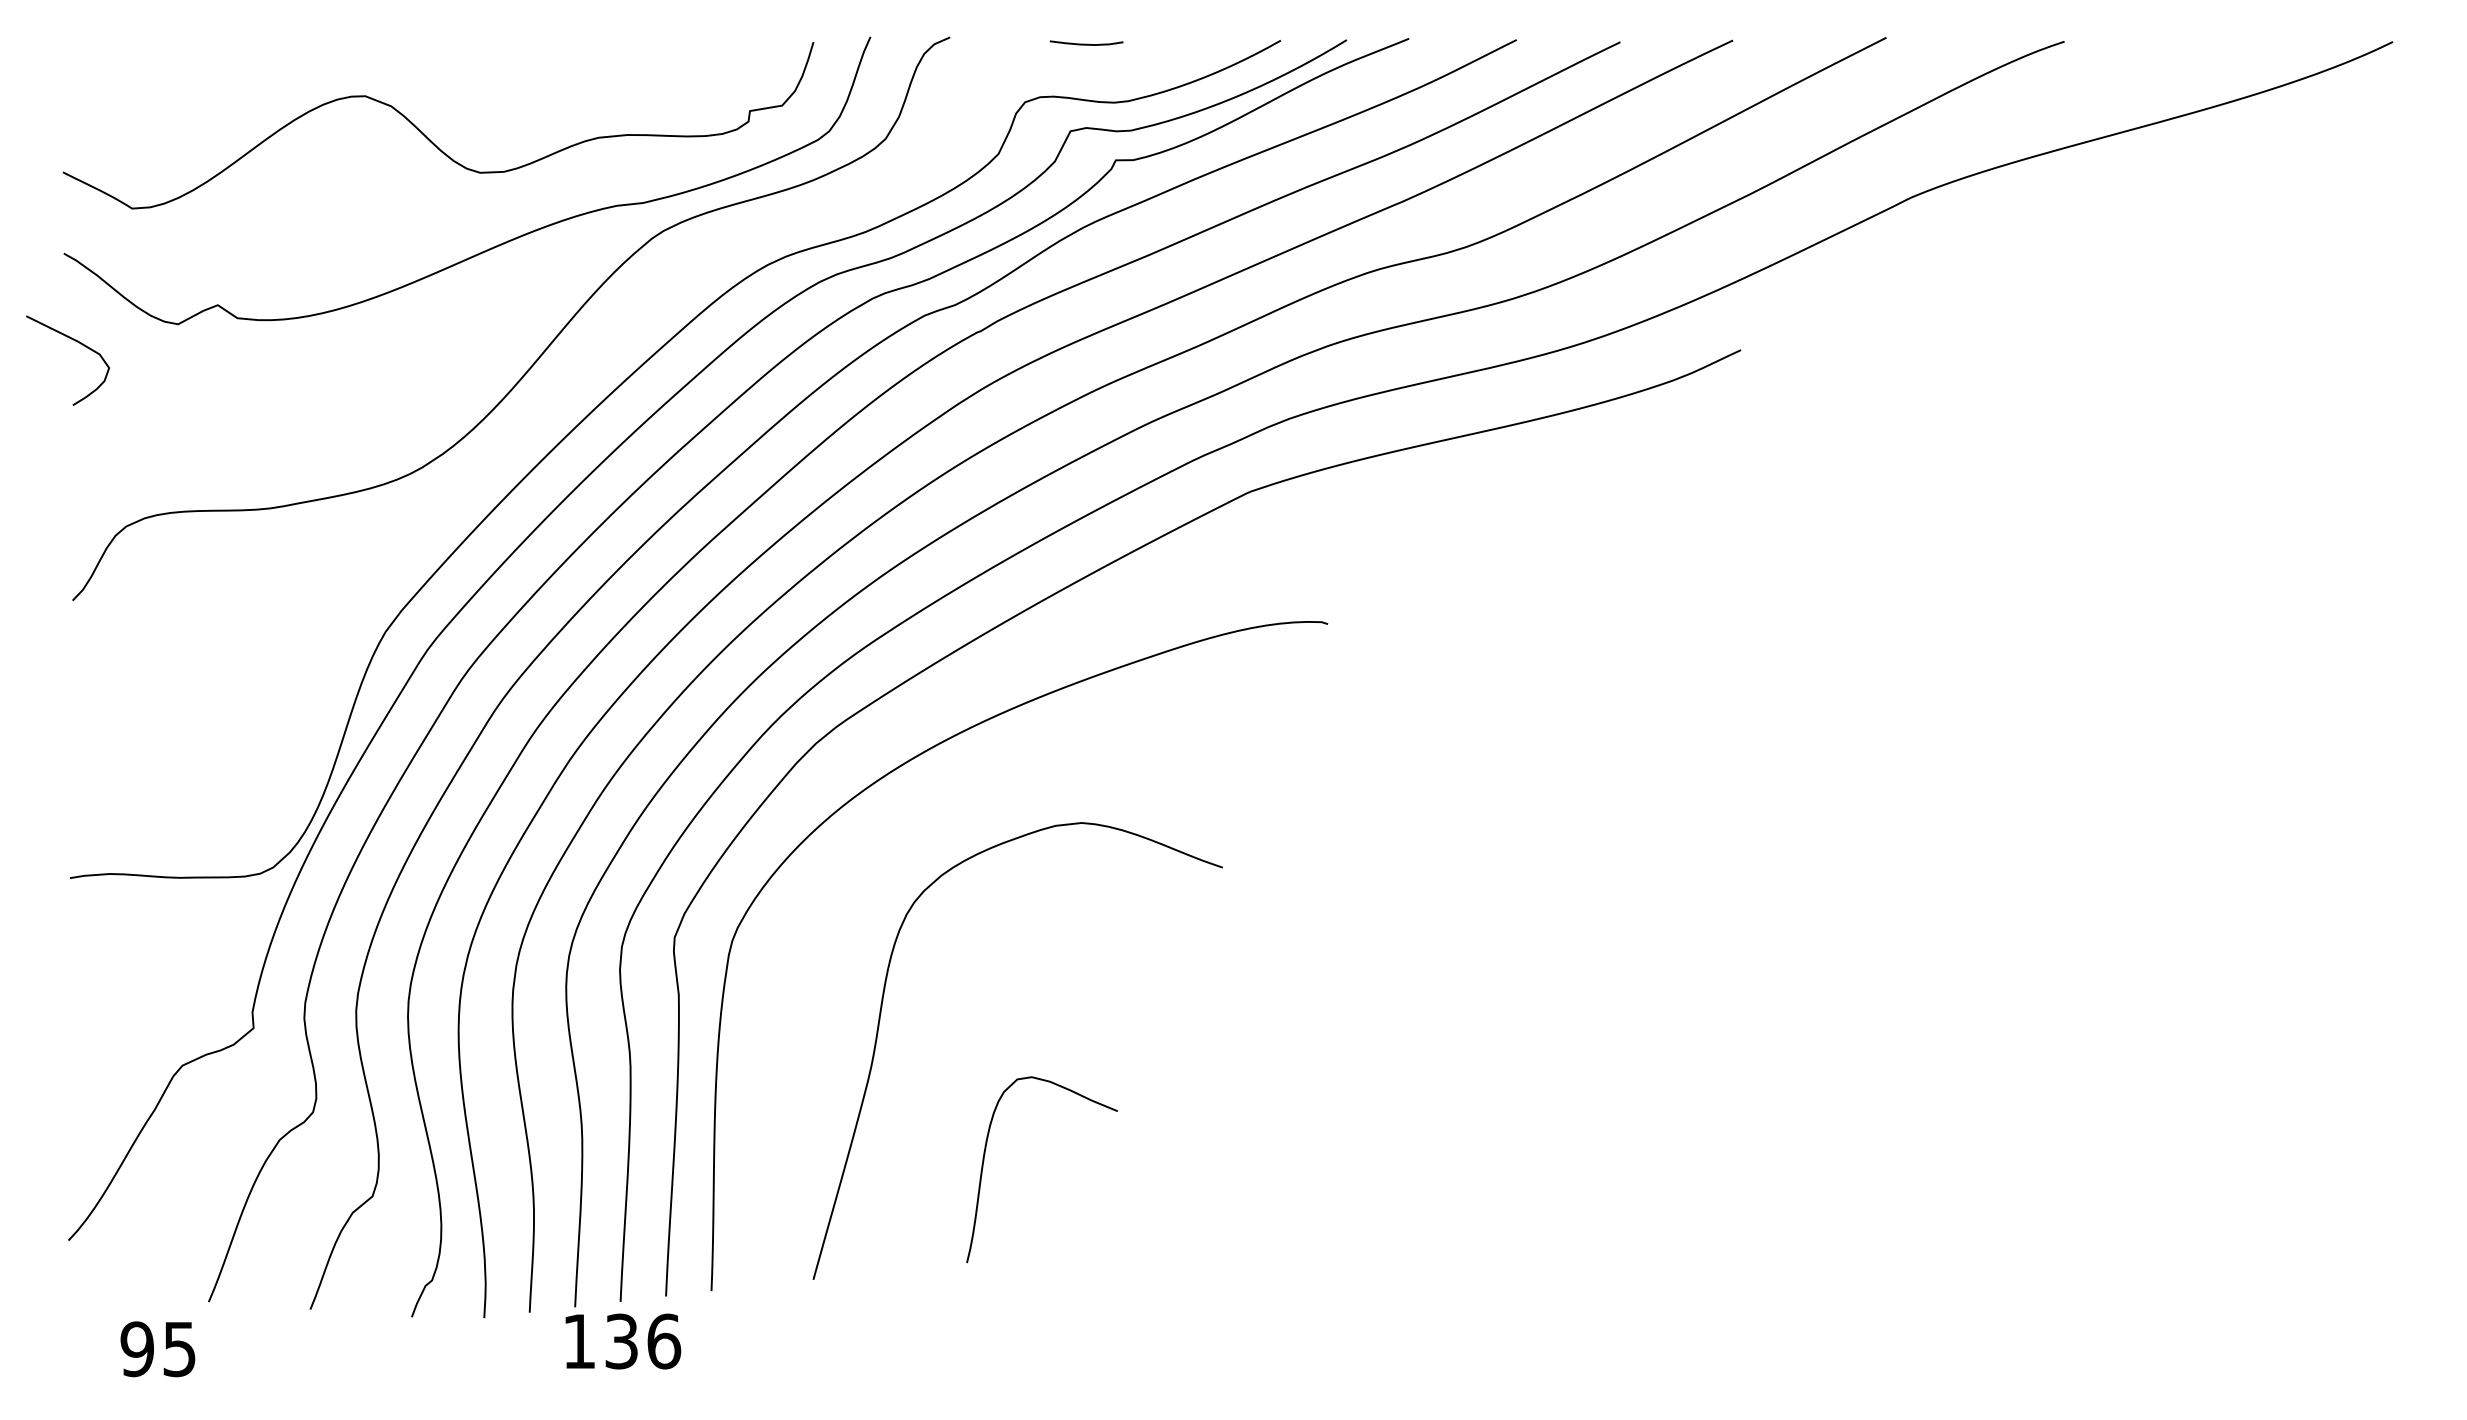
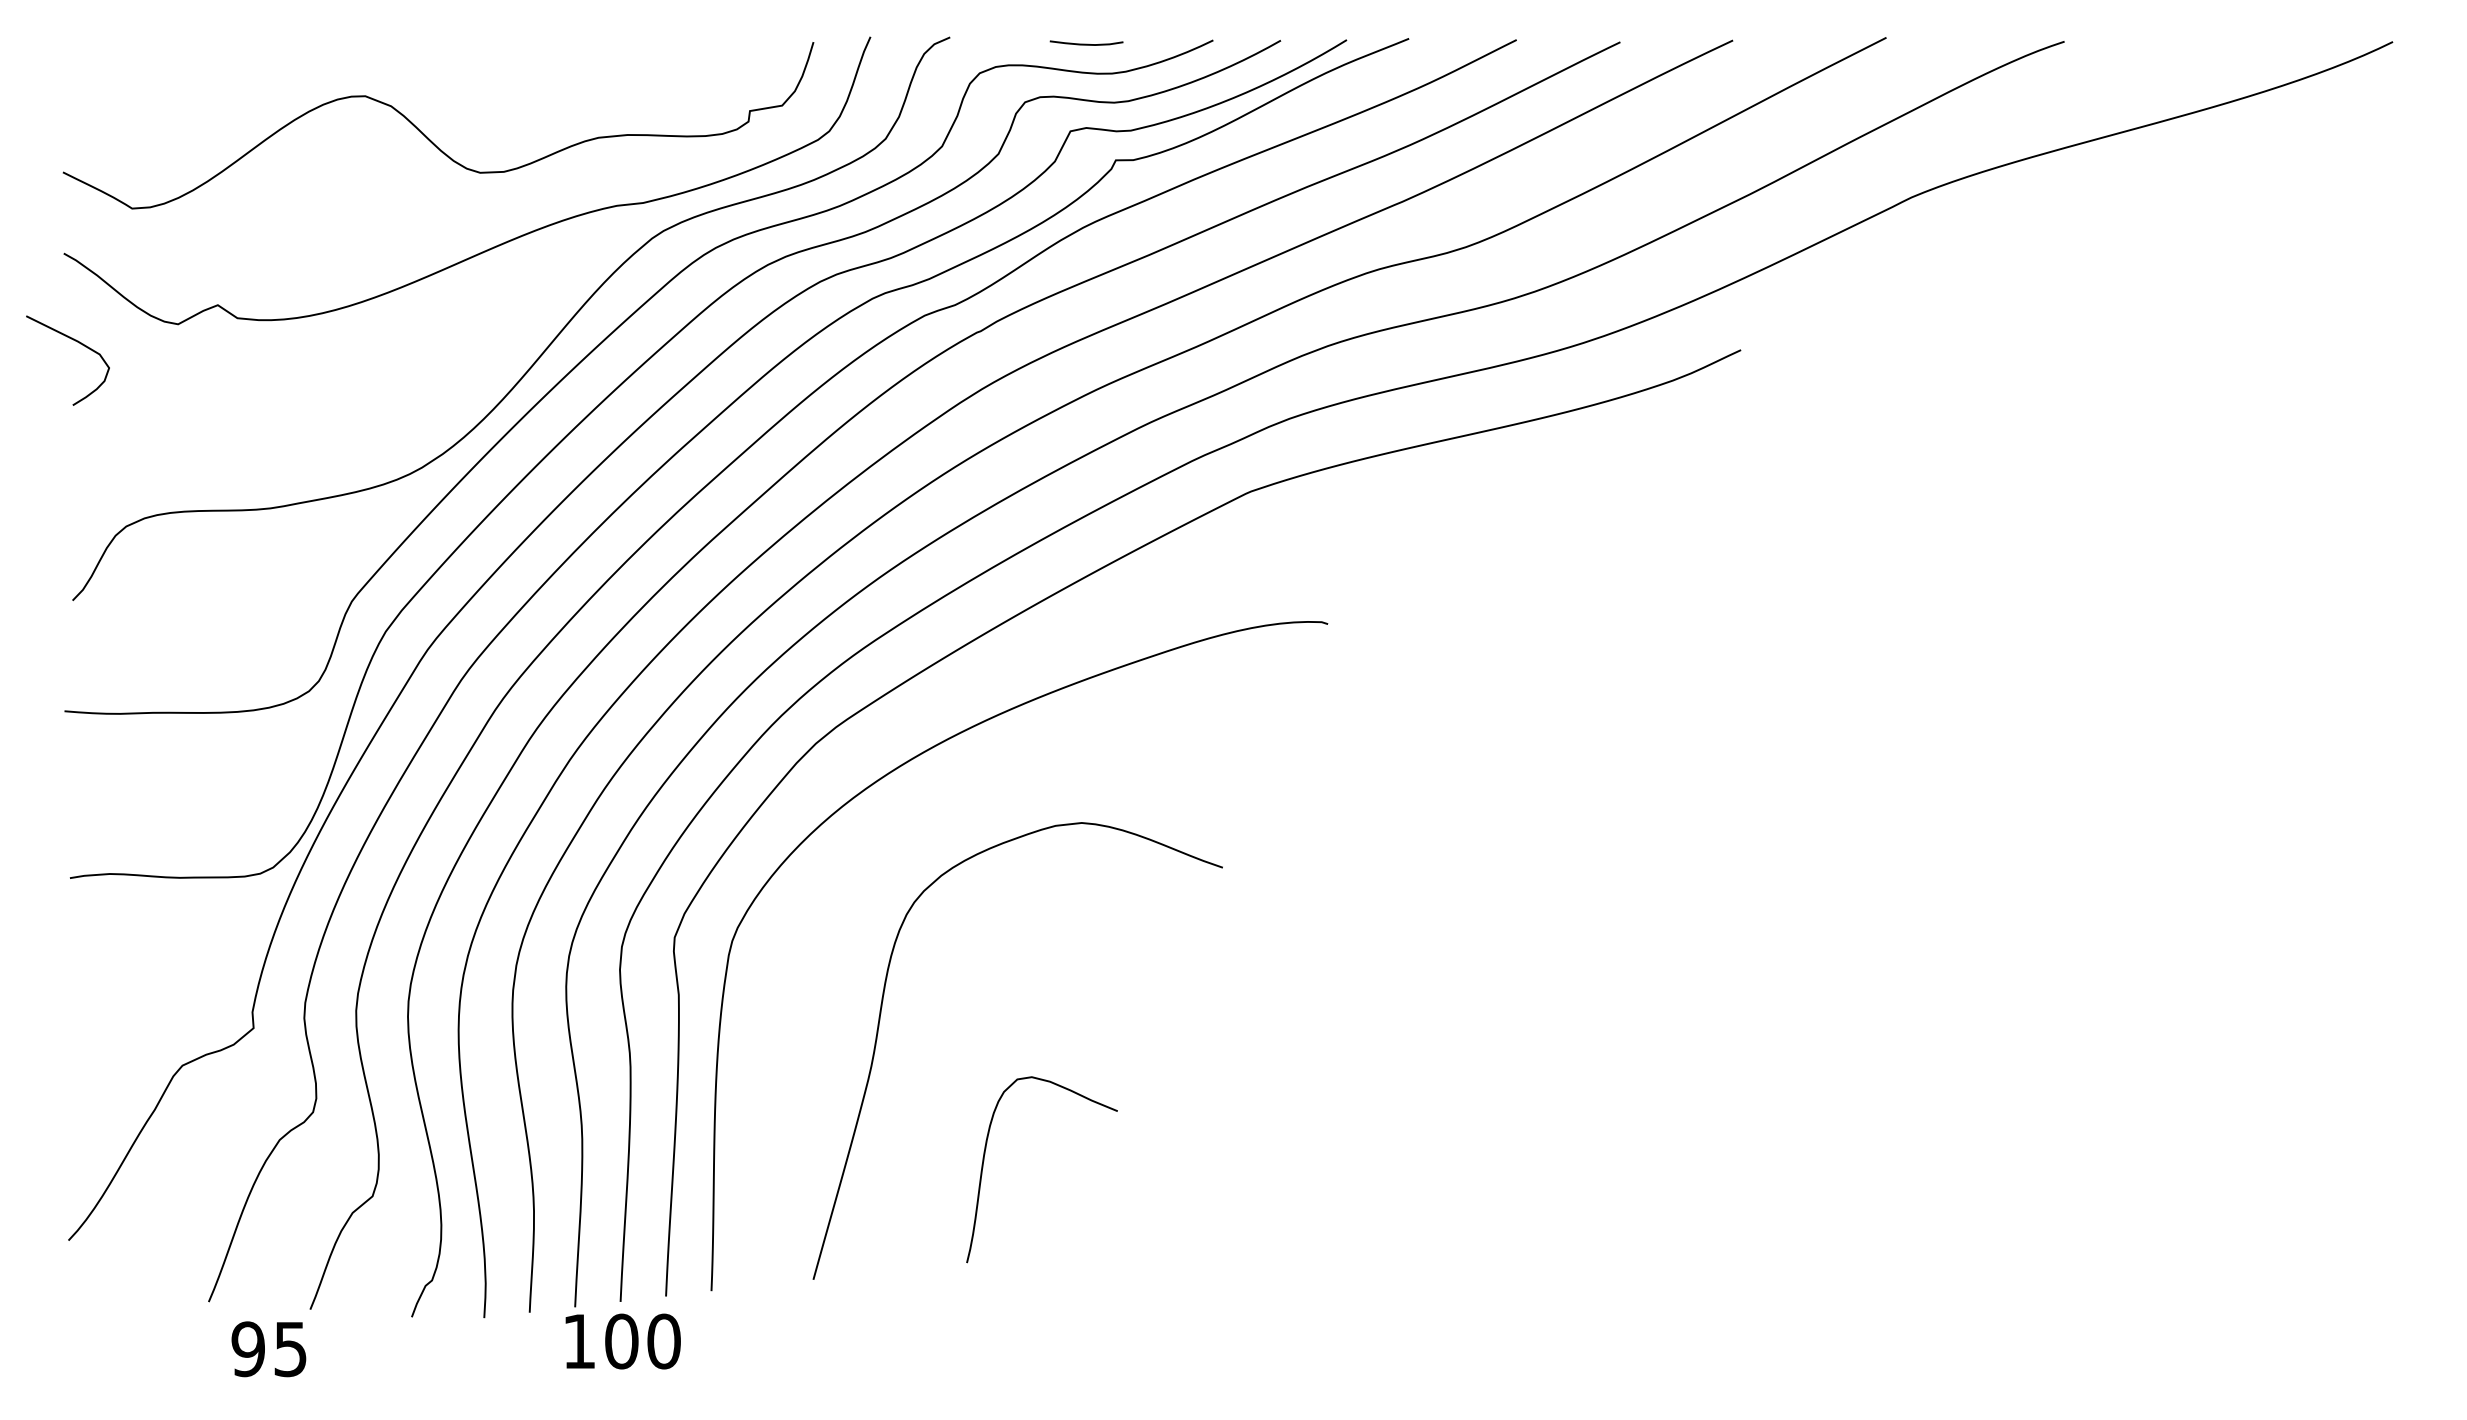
curve at (604, 341): none -> present
text at (643, 1341): 136 -> 100
text at (157, 1349) position: (157, 1349) -> (268, 1349)
